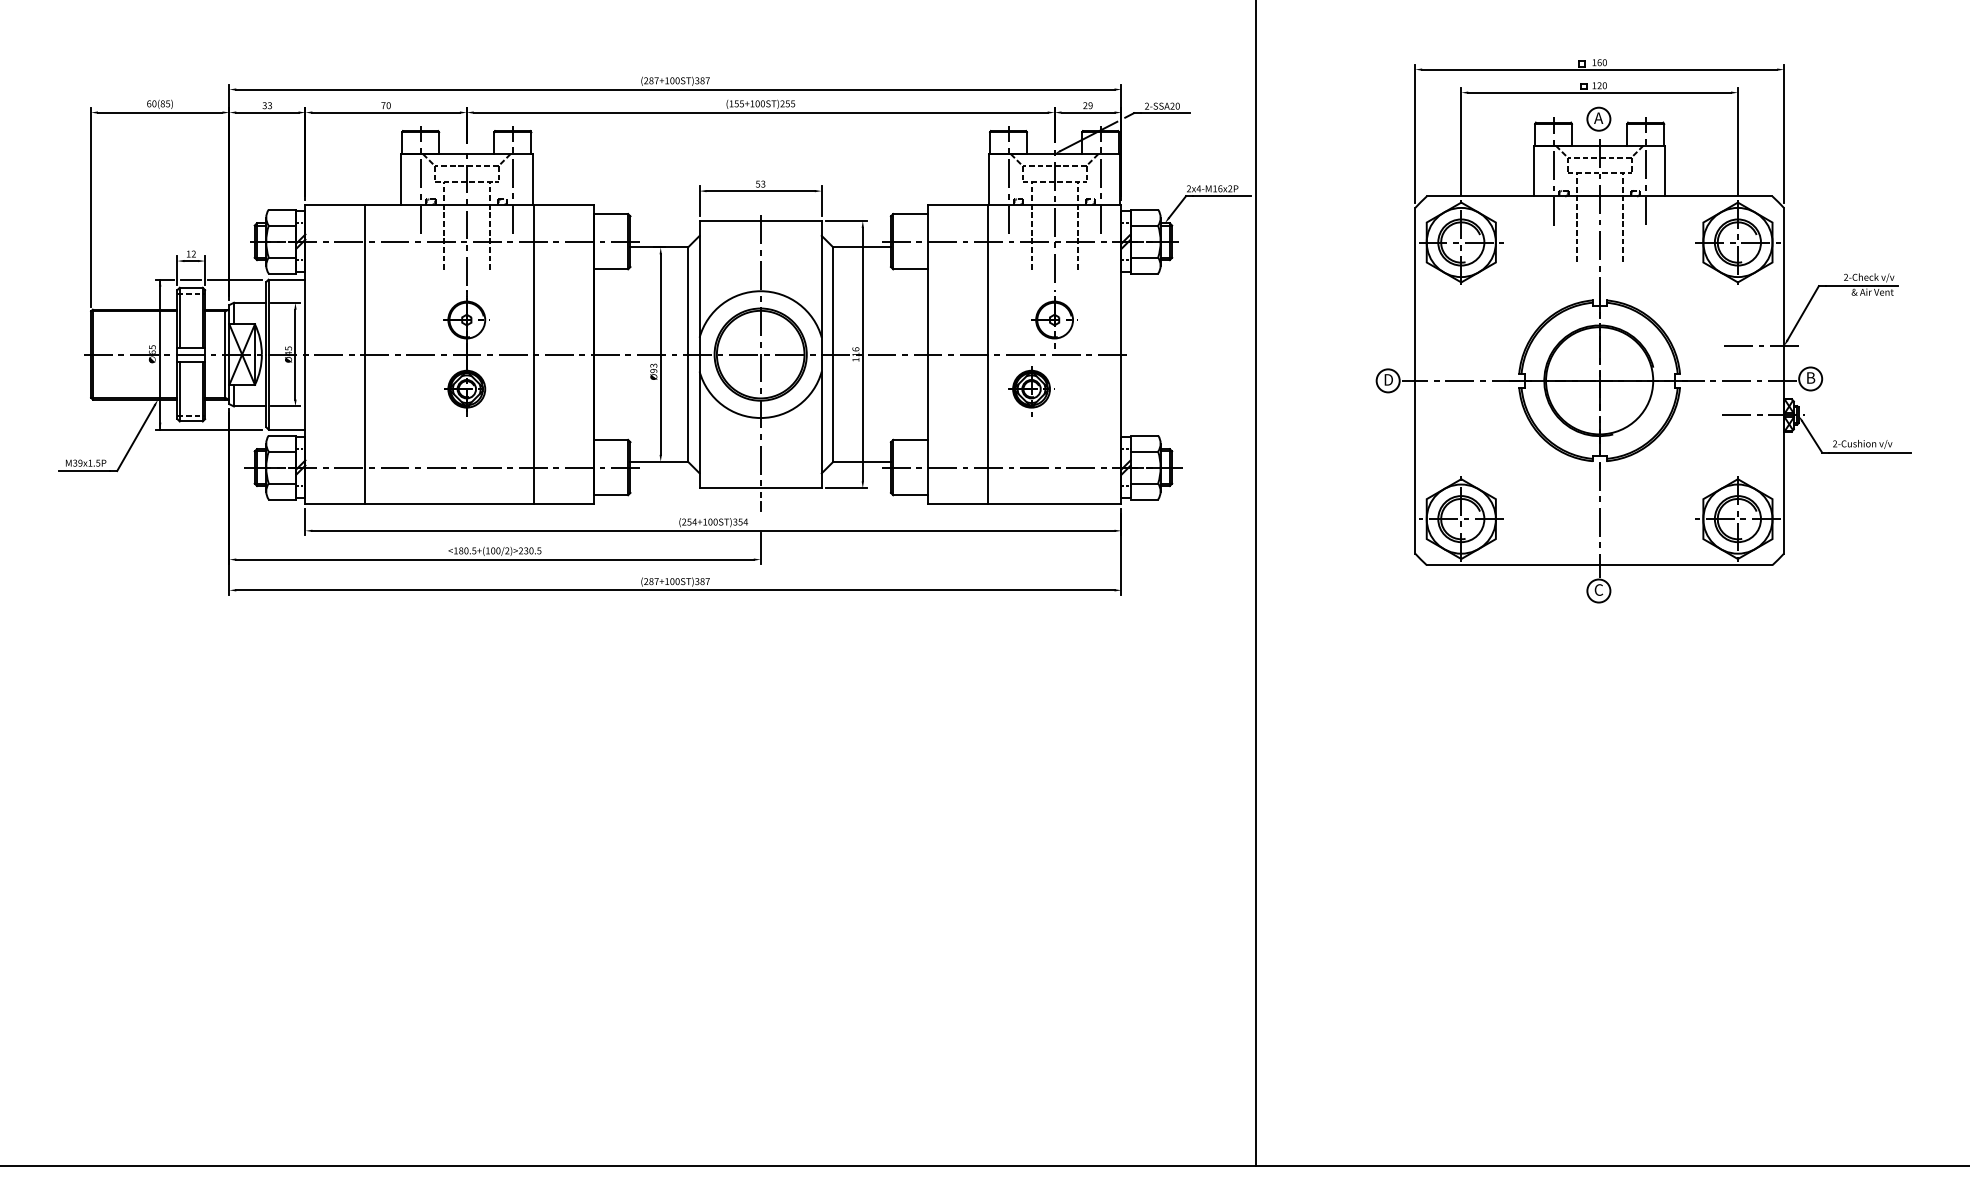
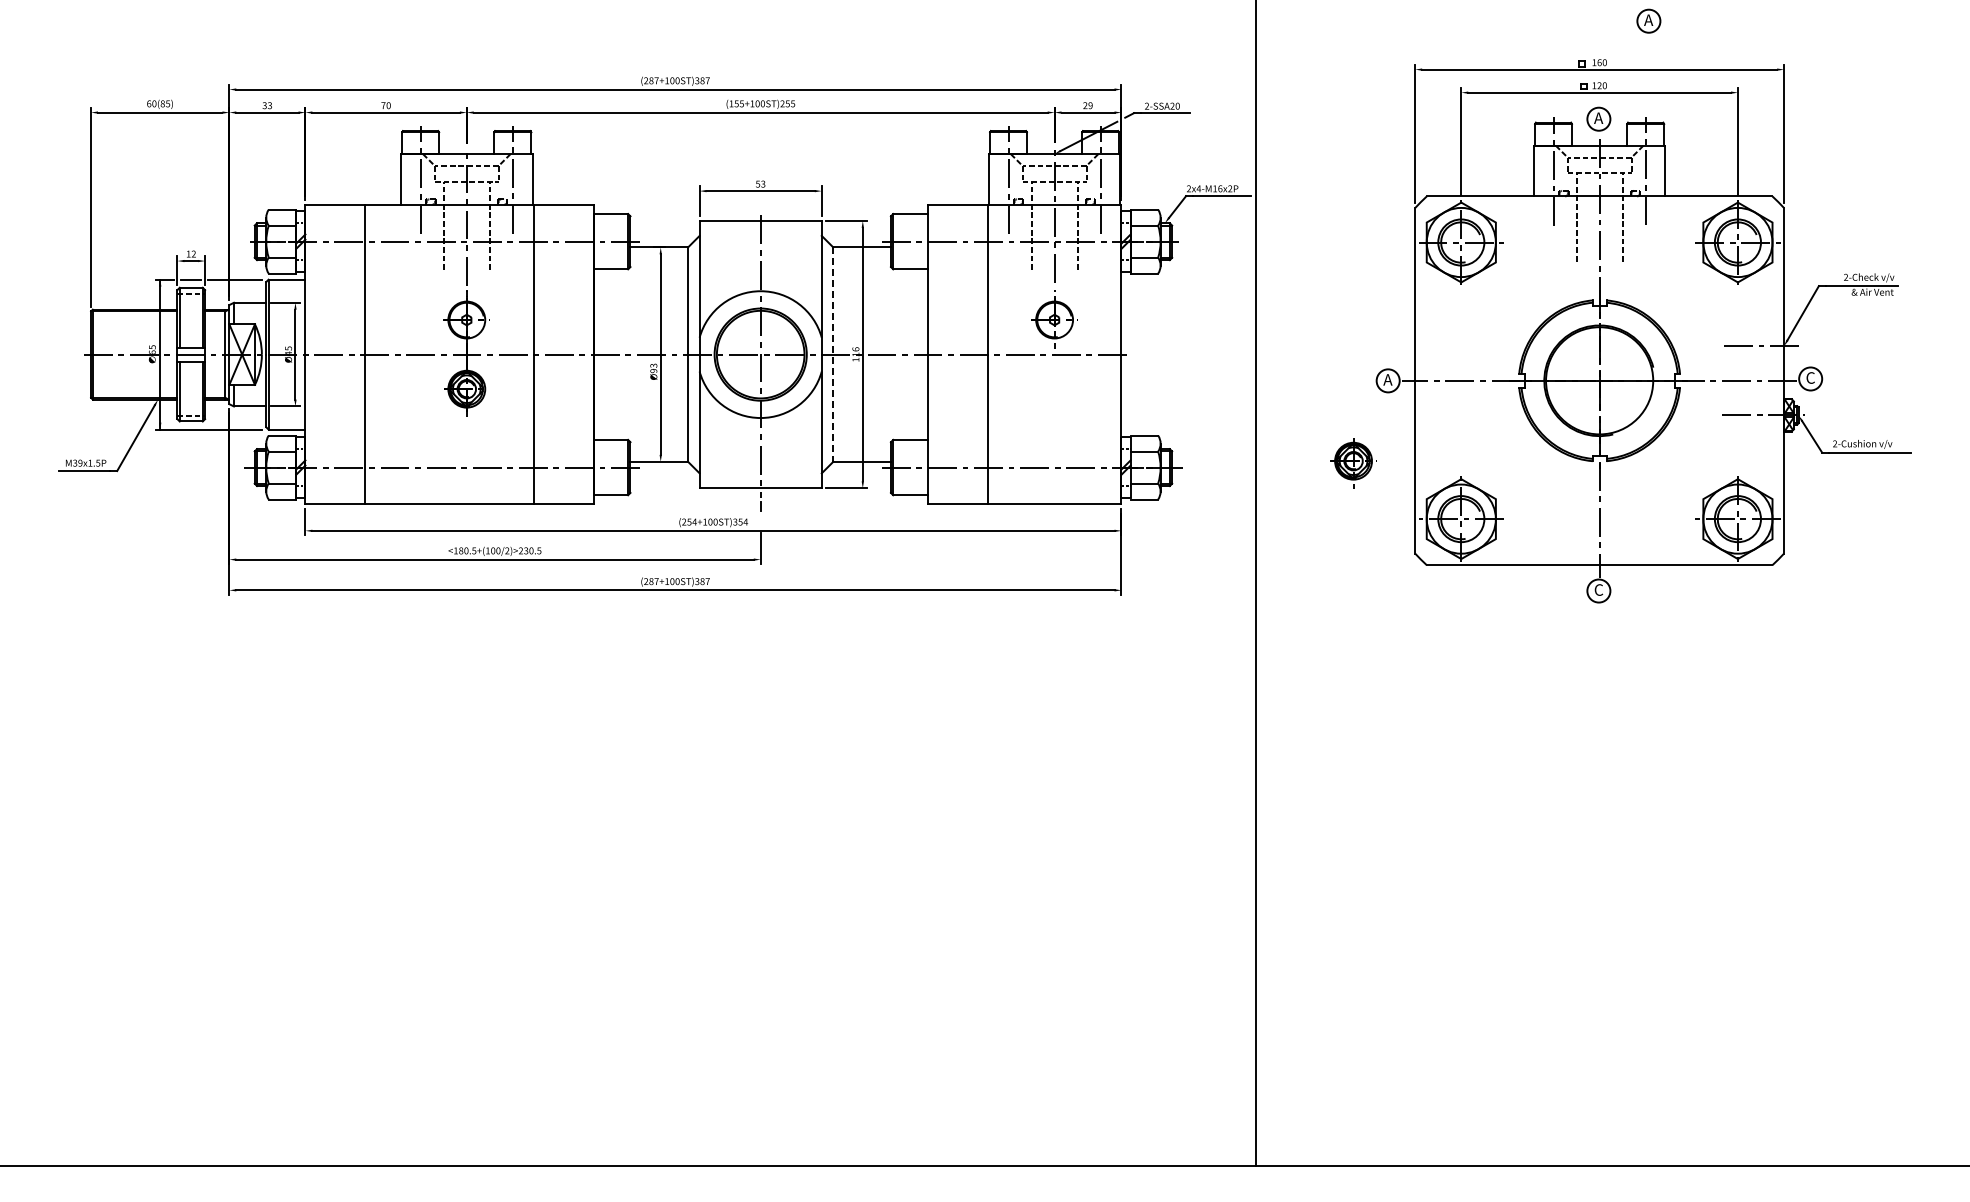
part at (1648, 20): none -> present
line at (833, 355): solid -> dashed
text at (1810, 377): B -> C
text at (1387, 379): D -> A
part at (1031, 391) position: (1031, 391) -> (1353, 463)
